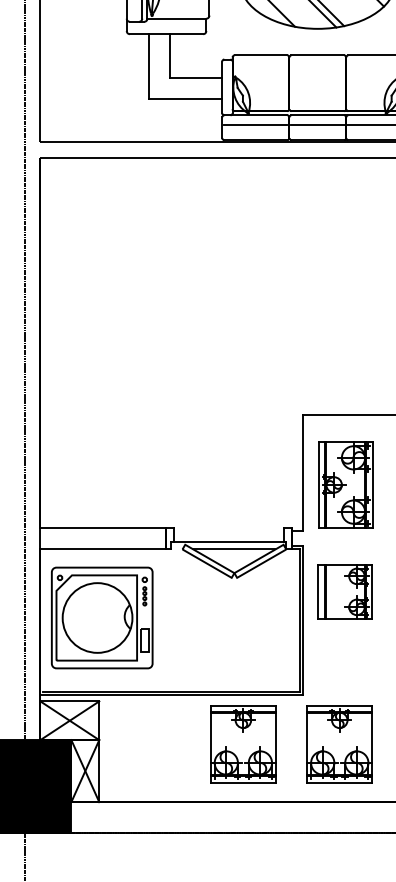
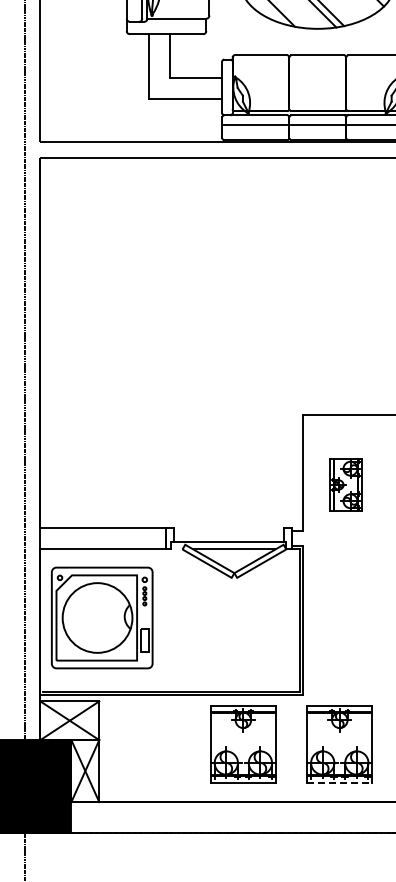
part at (345, 484) size: 56x88 px -> 34x54 px
part at (344, 591): present -> none
line at (339, 783): solid -> dashed
